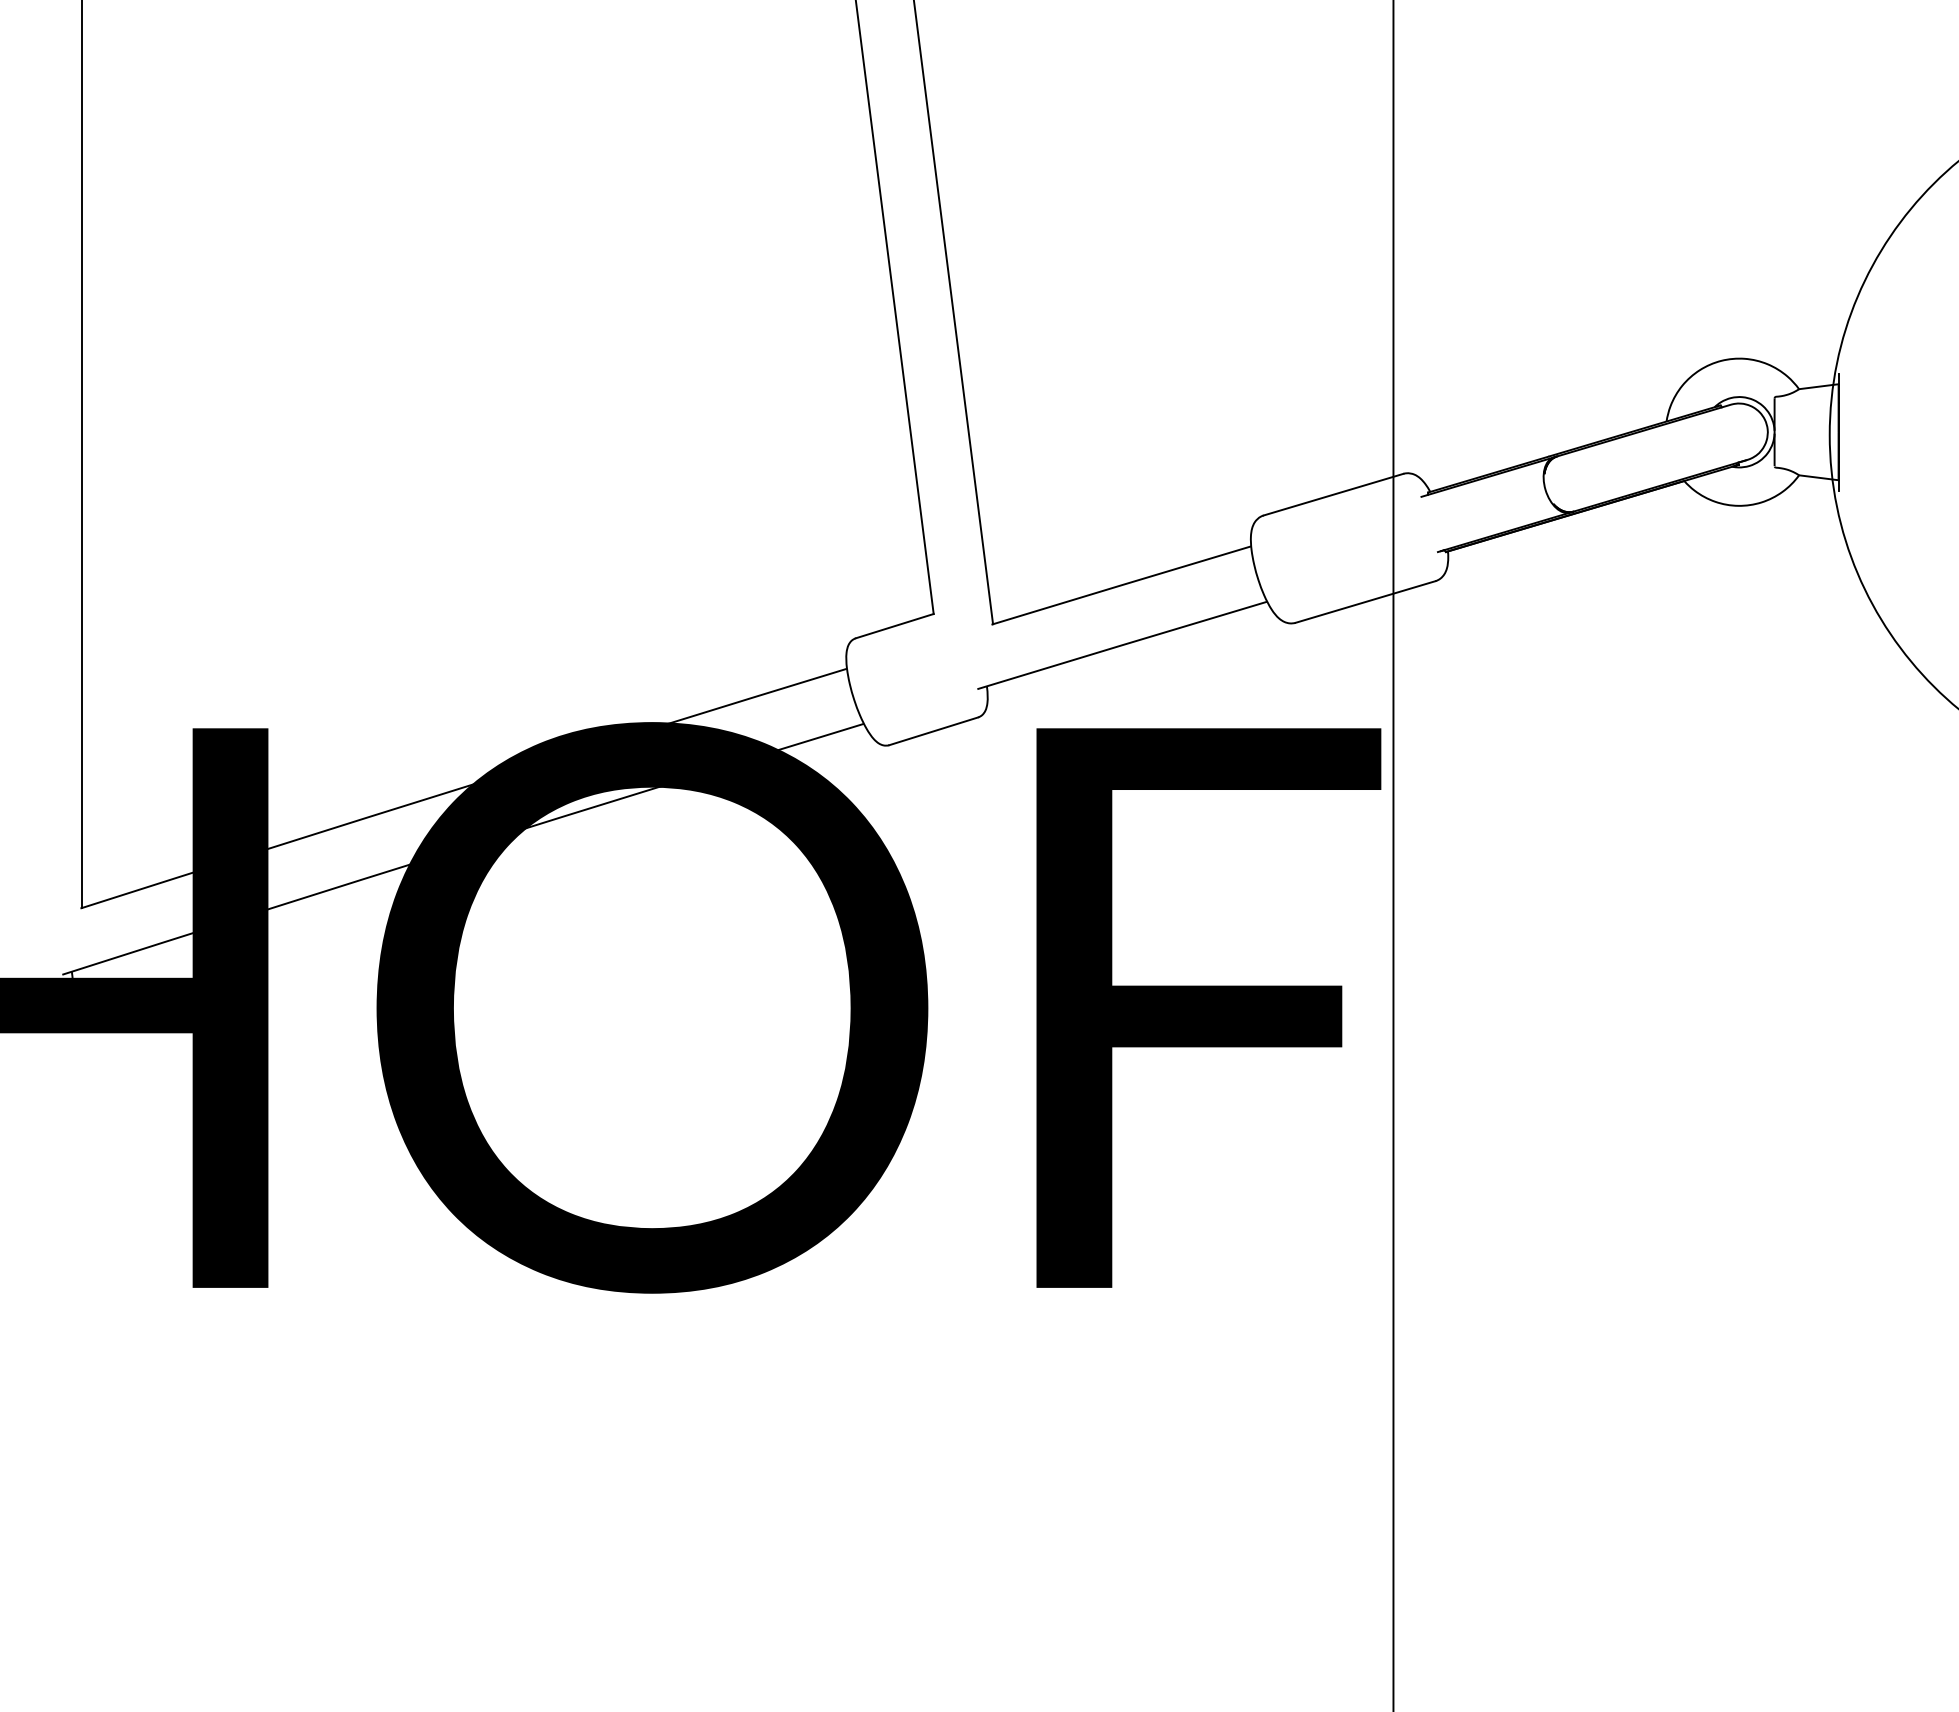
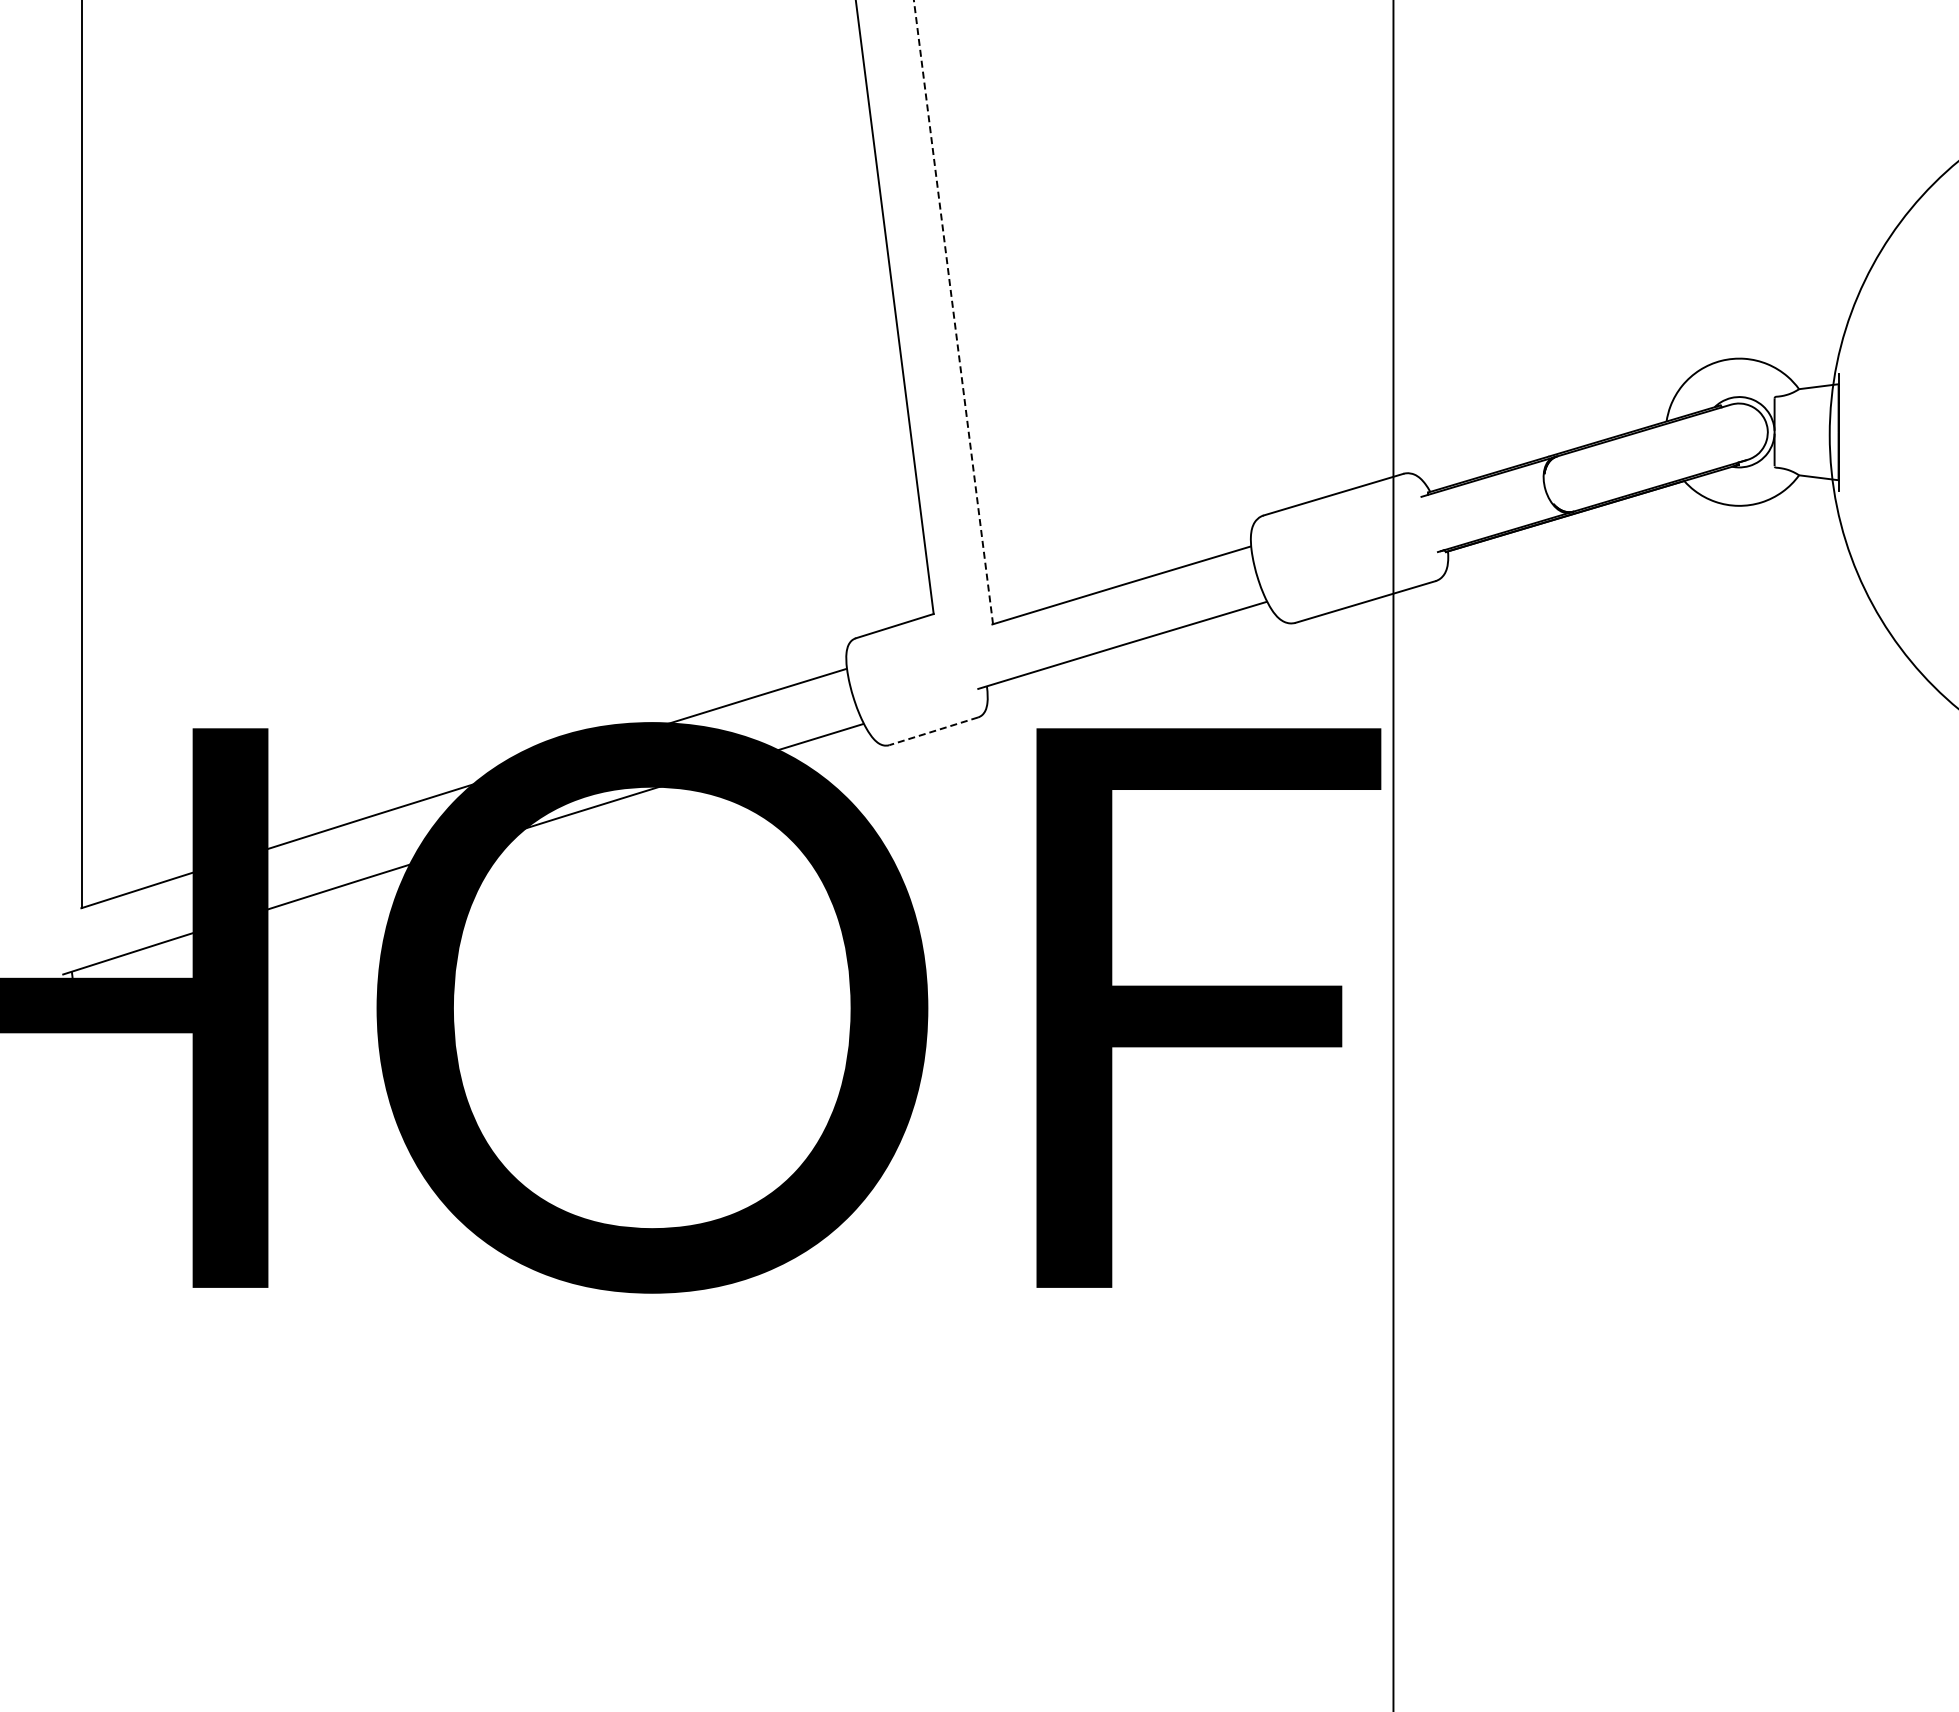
line at (953, 311): solid -> dashed
line at (933, 731): solid -> dashed
